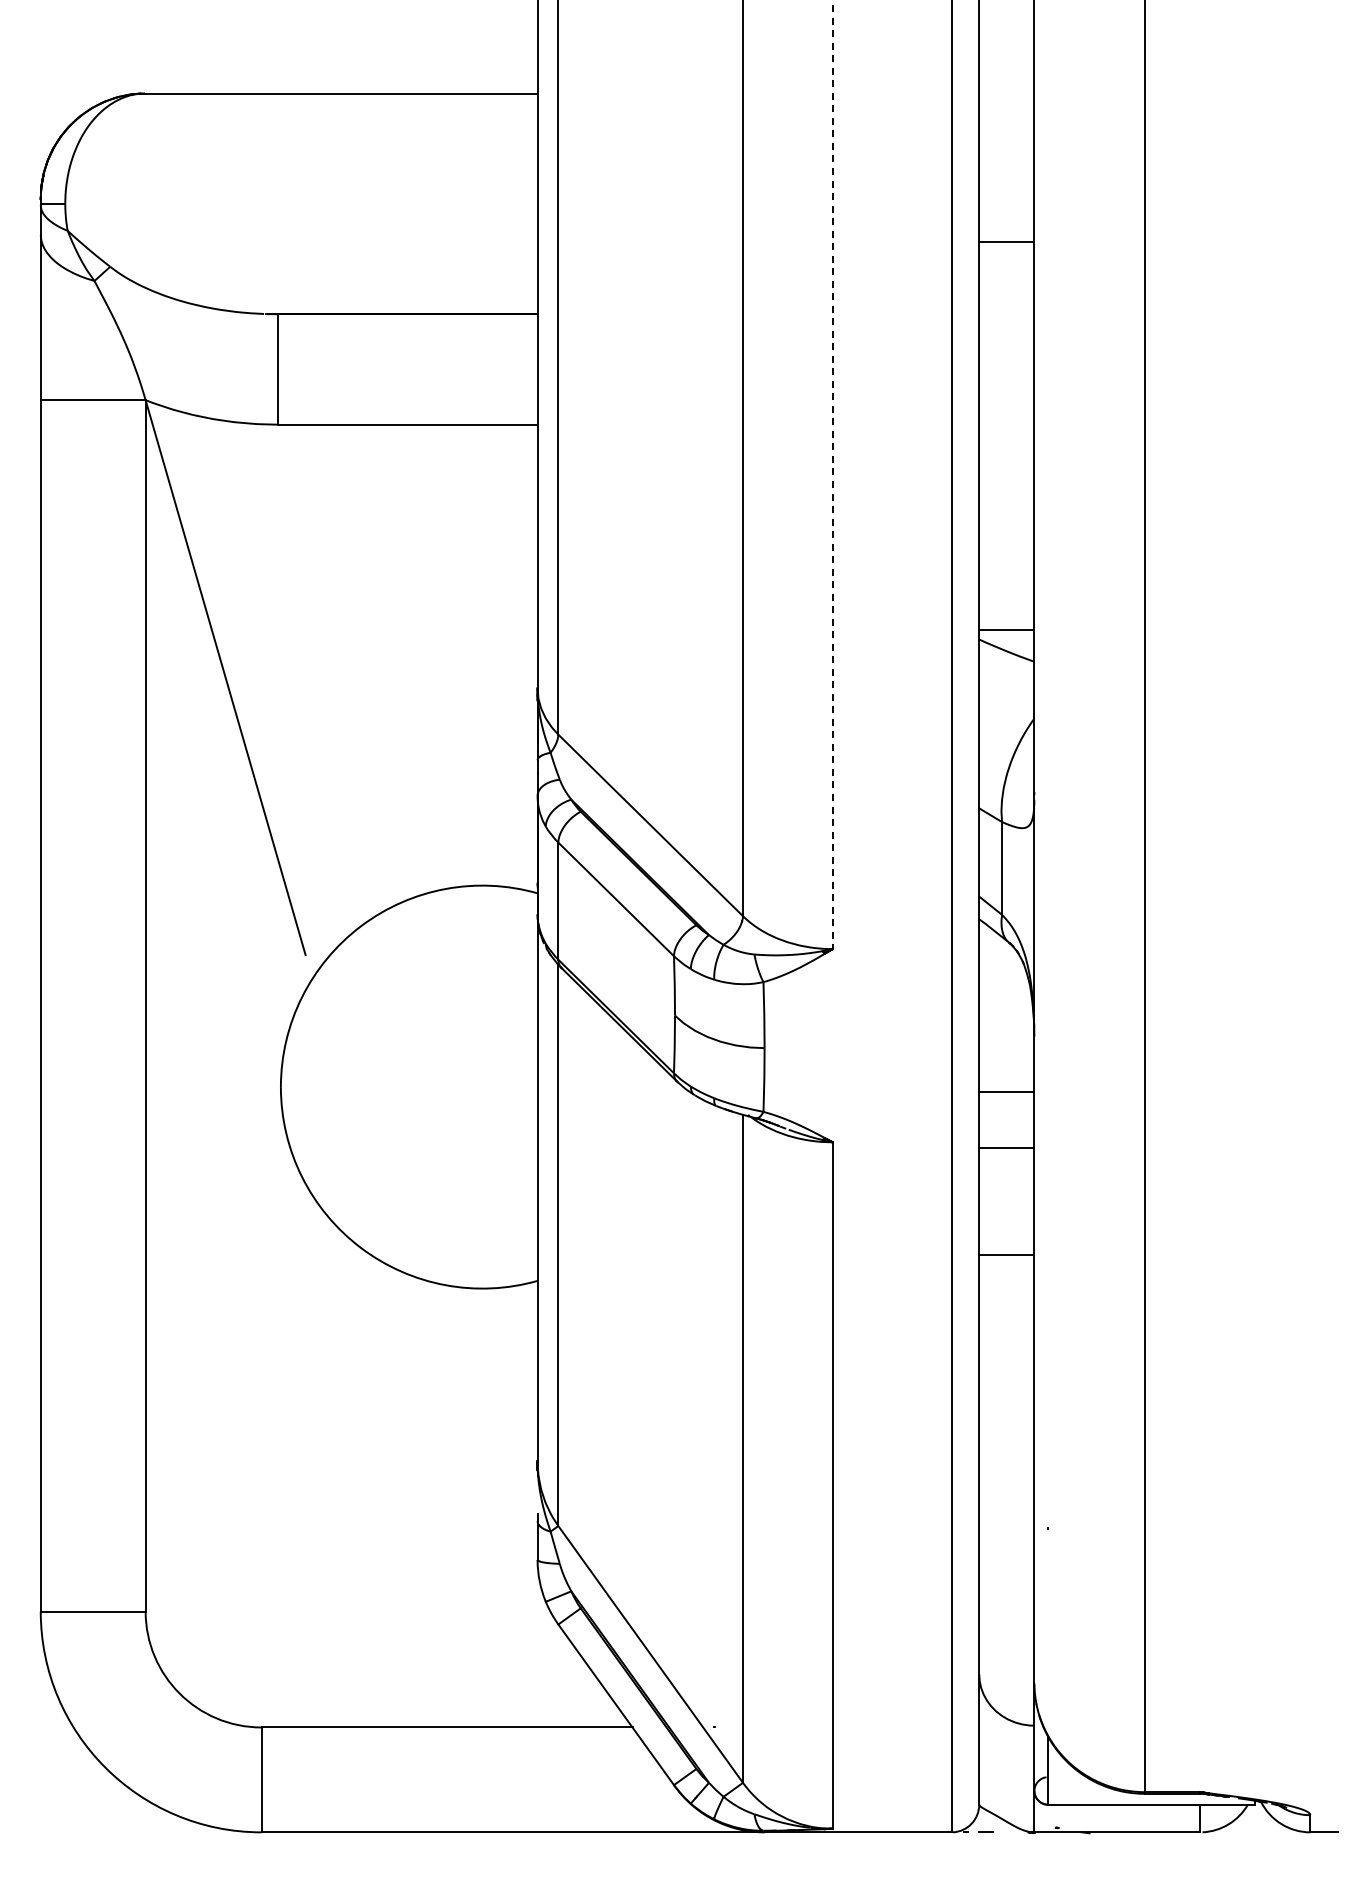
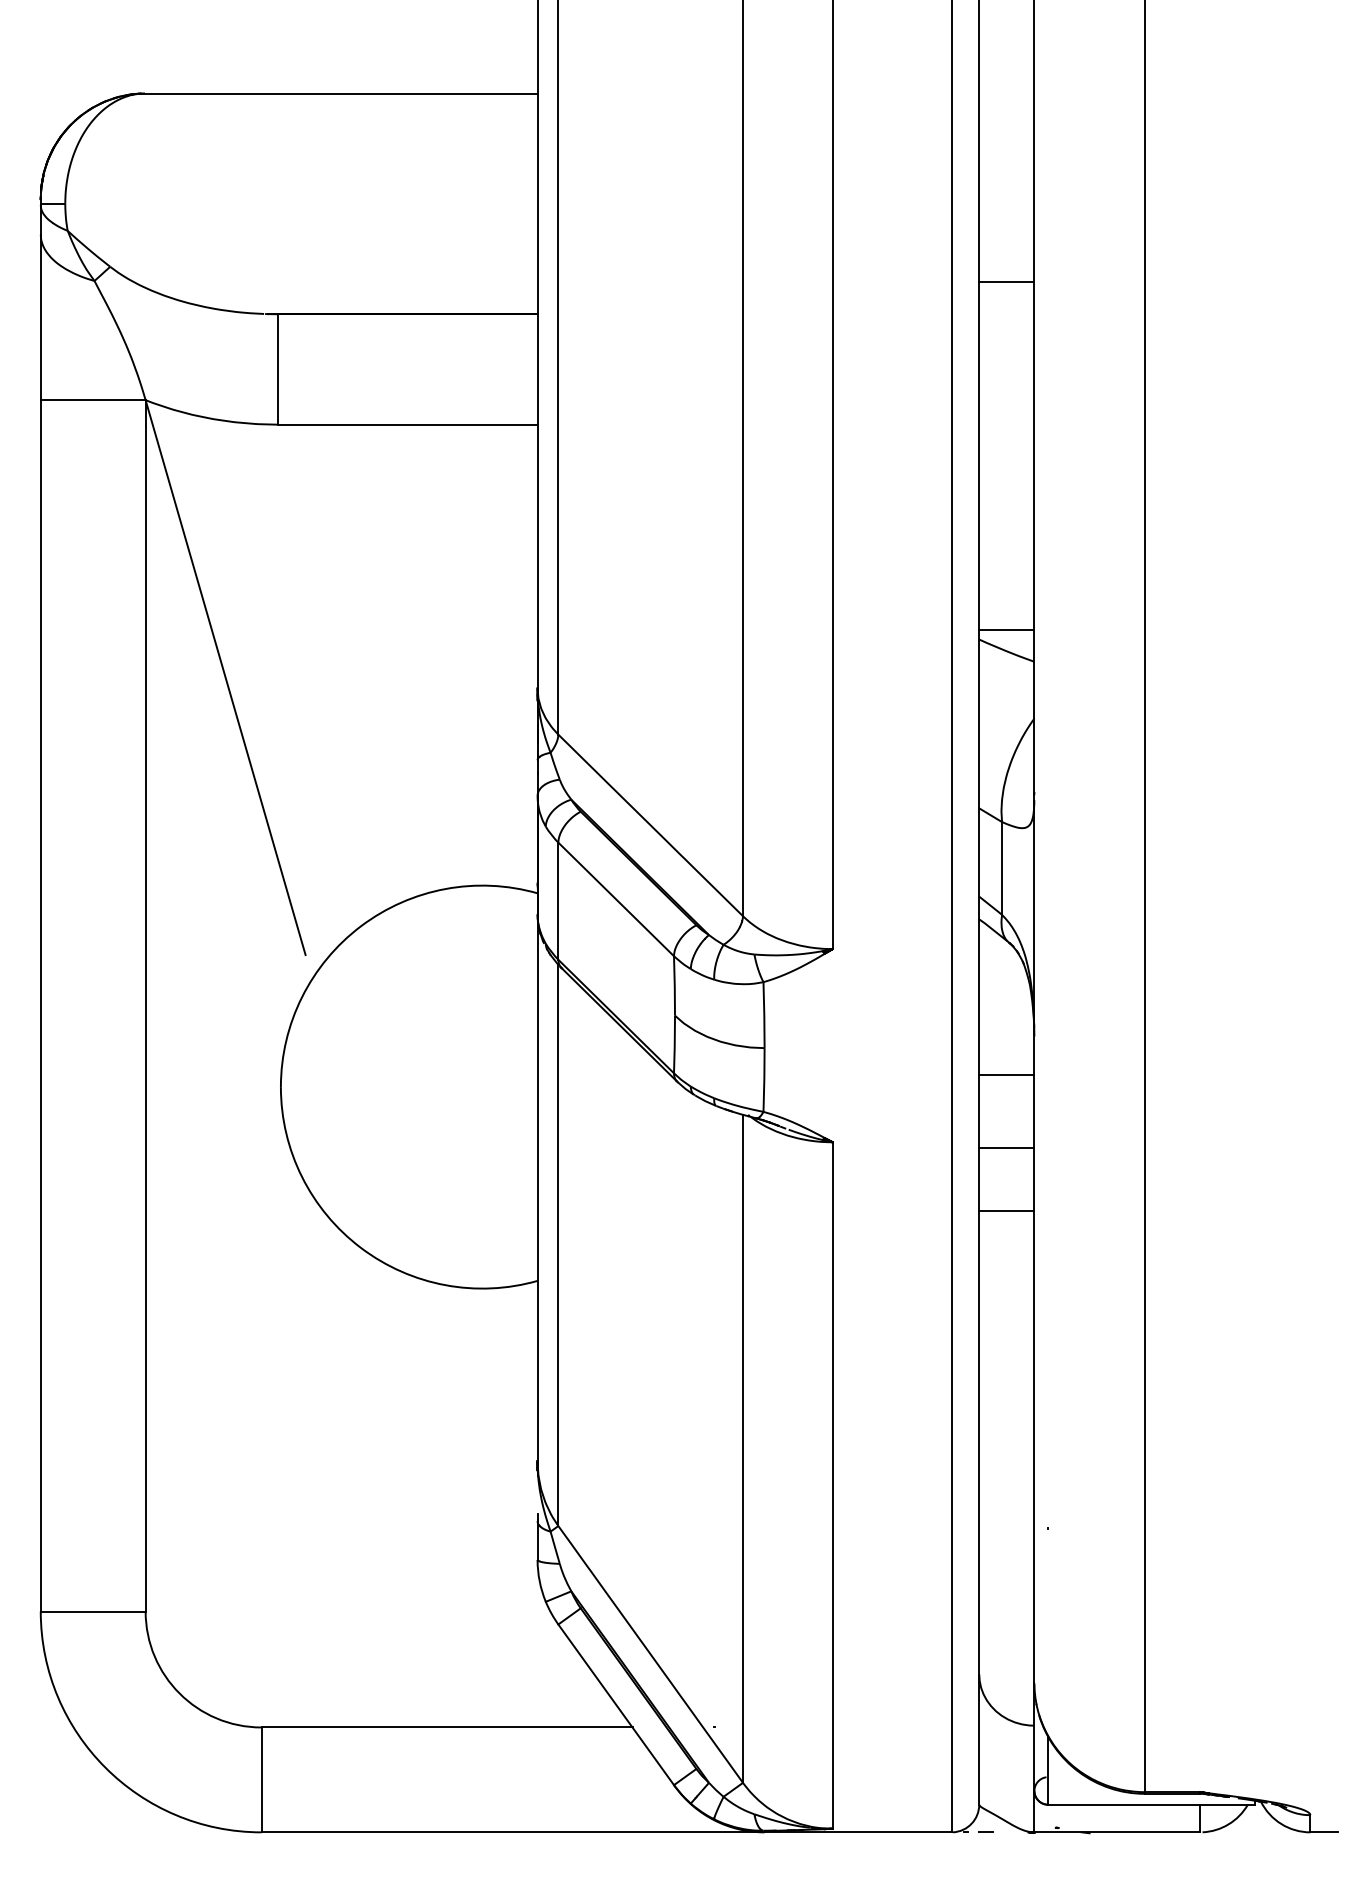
line at (1006, 241) position: (1006, 241) -> (1006, 281)
line at (832, 475): dashed -> solid
line at (1006, 1092) position: (1006, 1092) -> (1006, 1075)
line at (1006, 1254) position: (1006, 1254) -> (1006, 1210)
